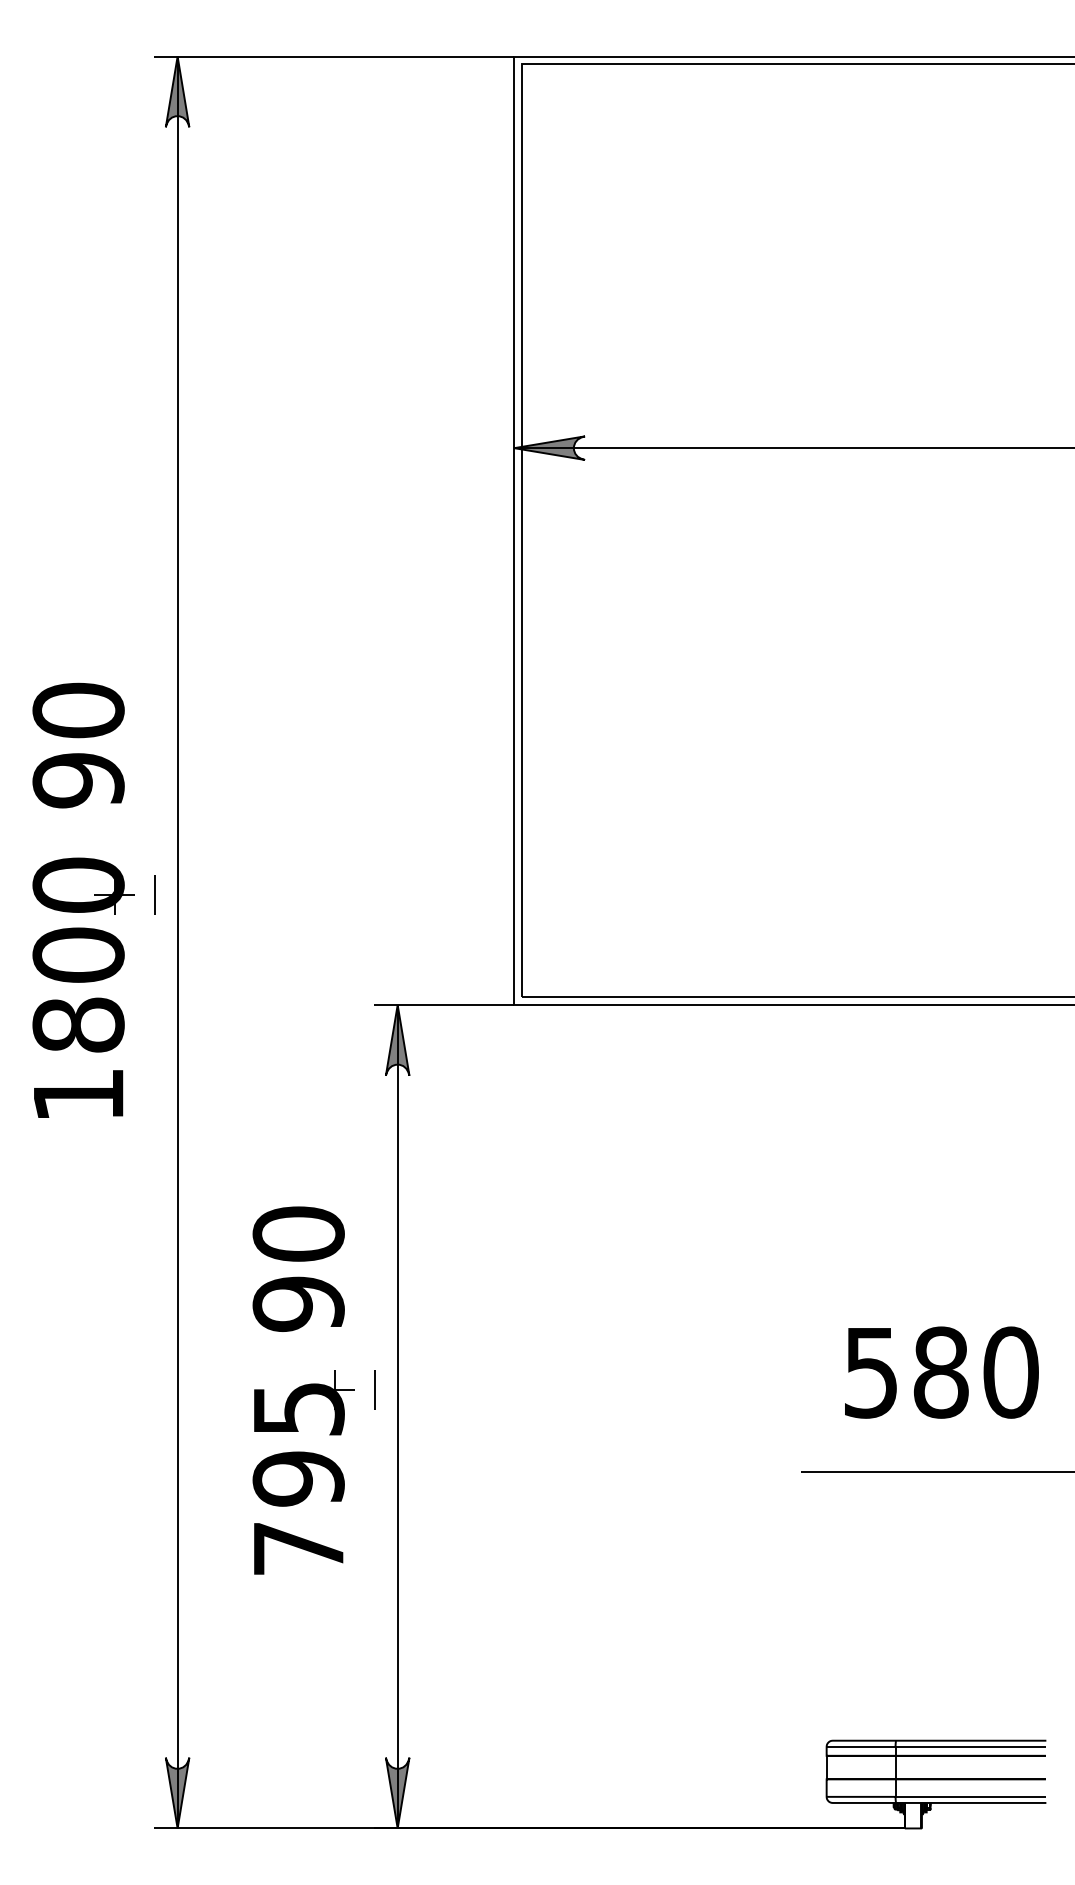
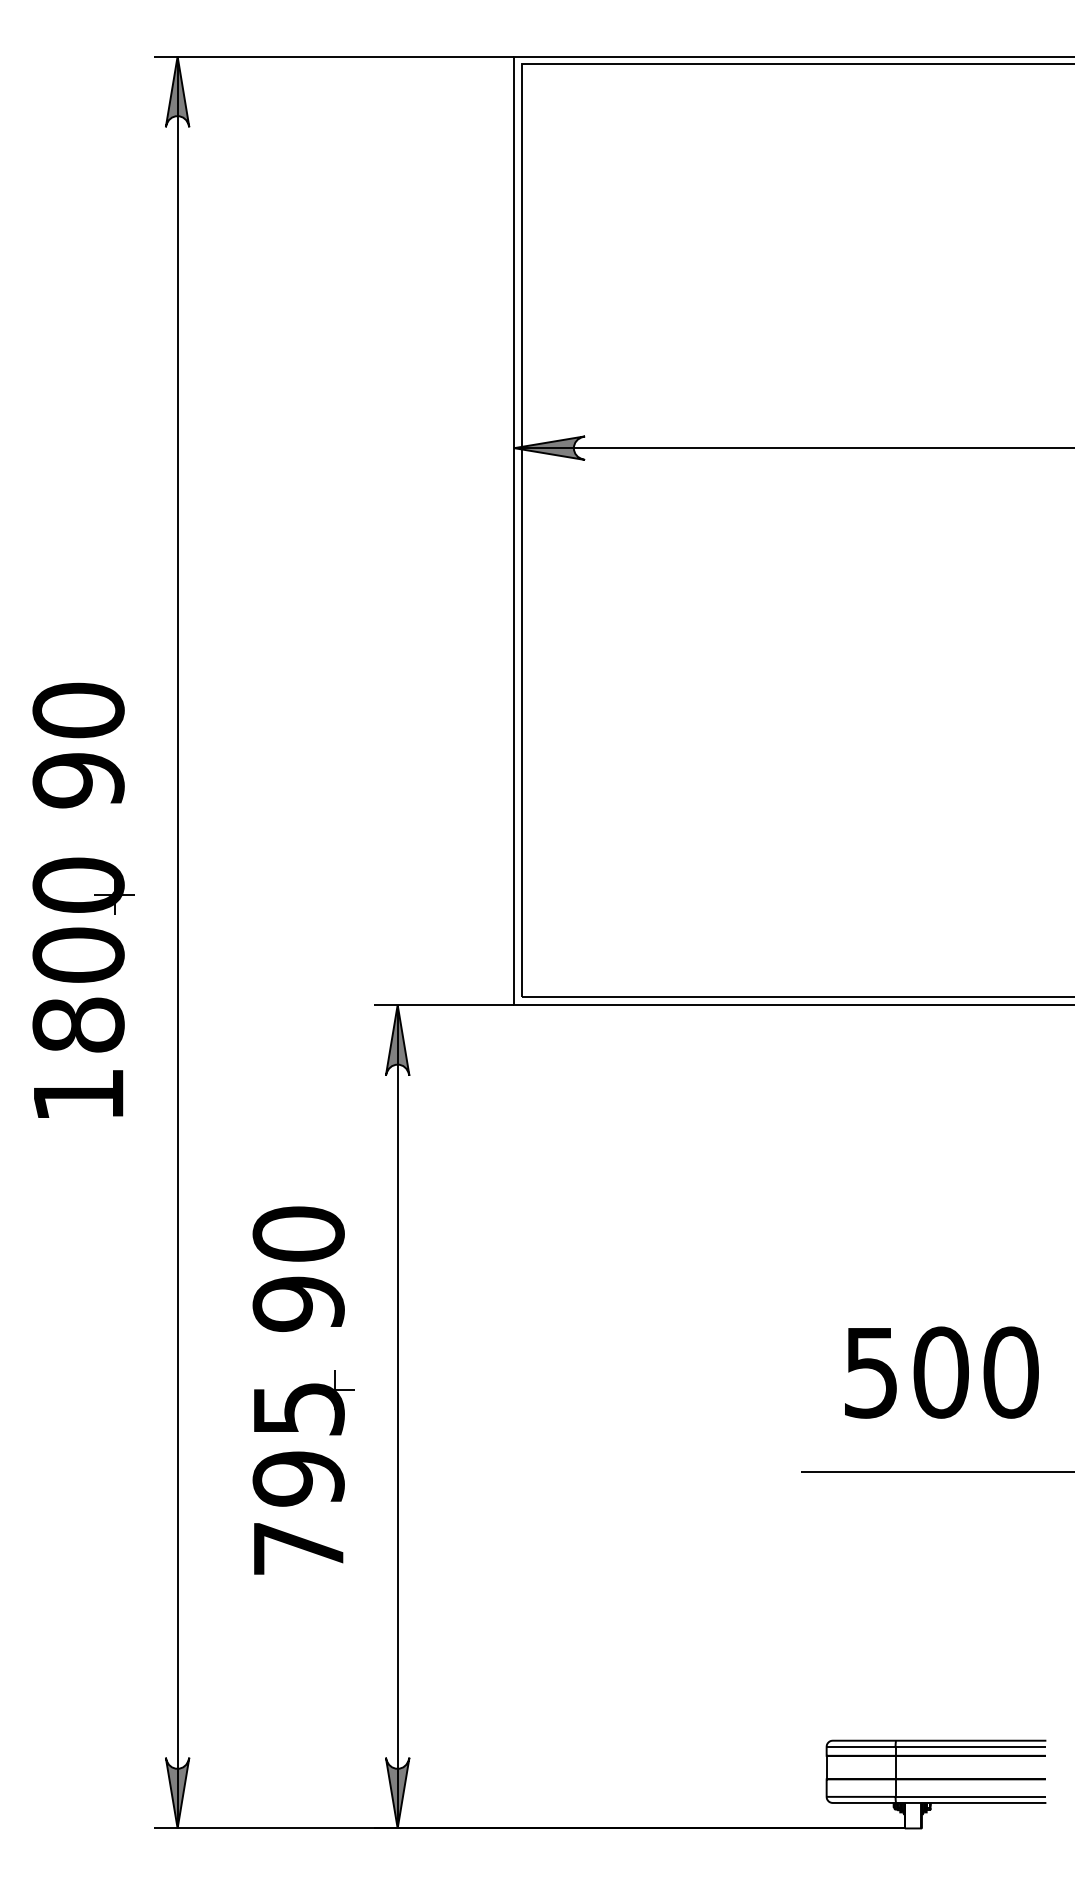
line at (154, 894): present -> none
text at (940, 1372): 580 -> 500
line at (374, 1389): present -> none
